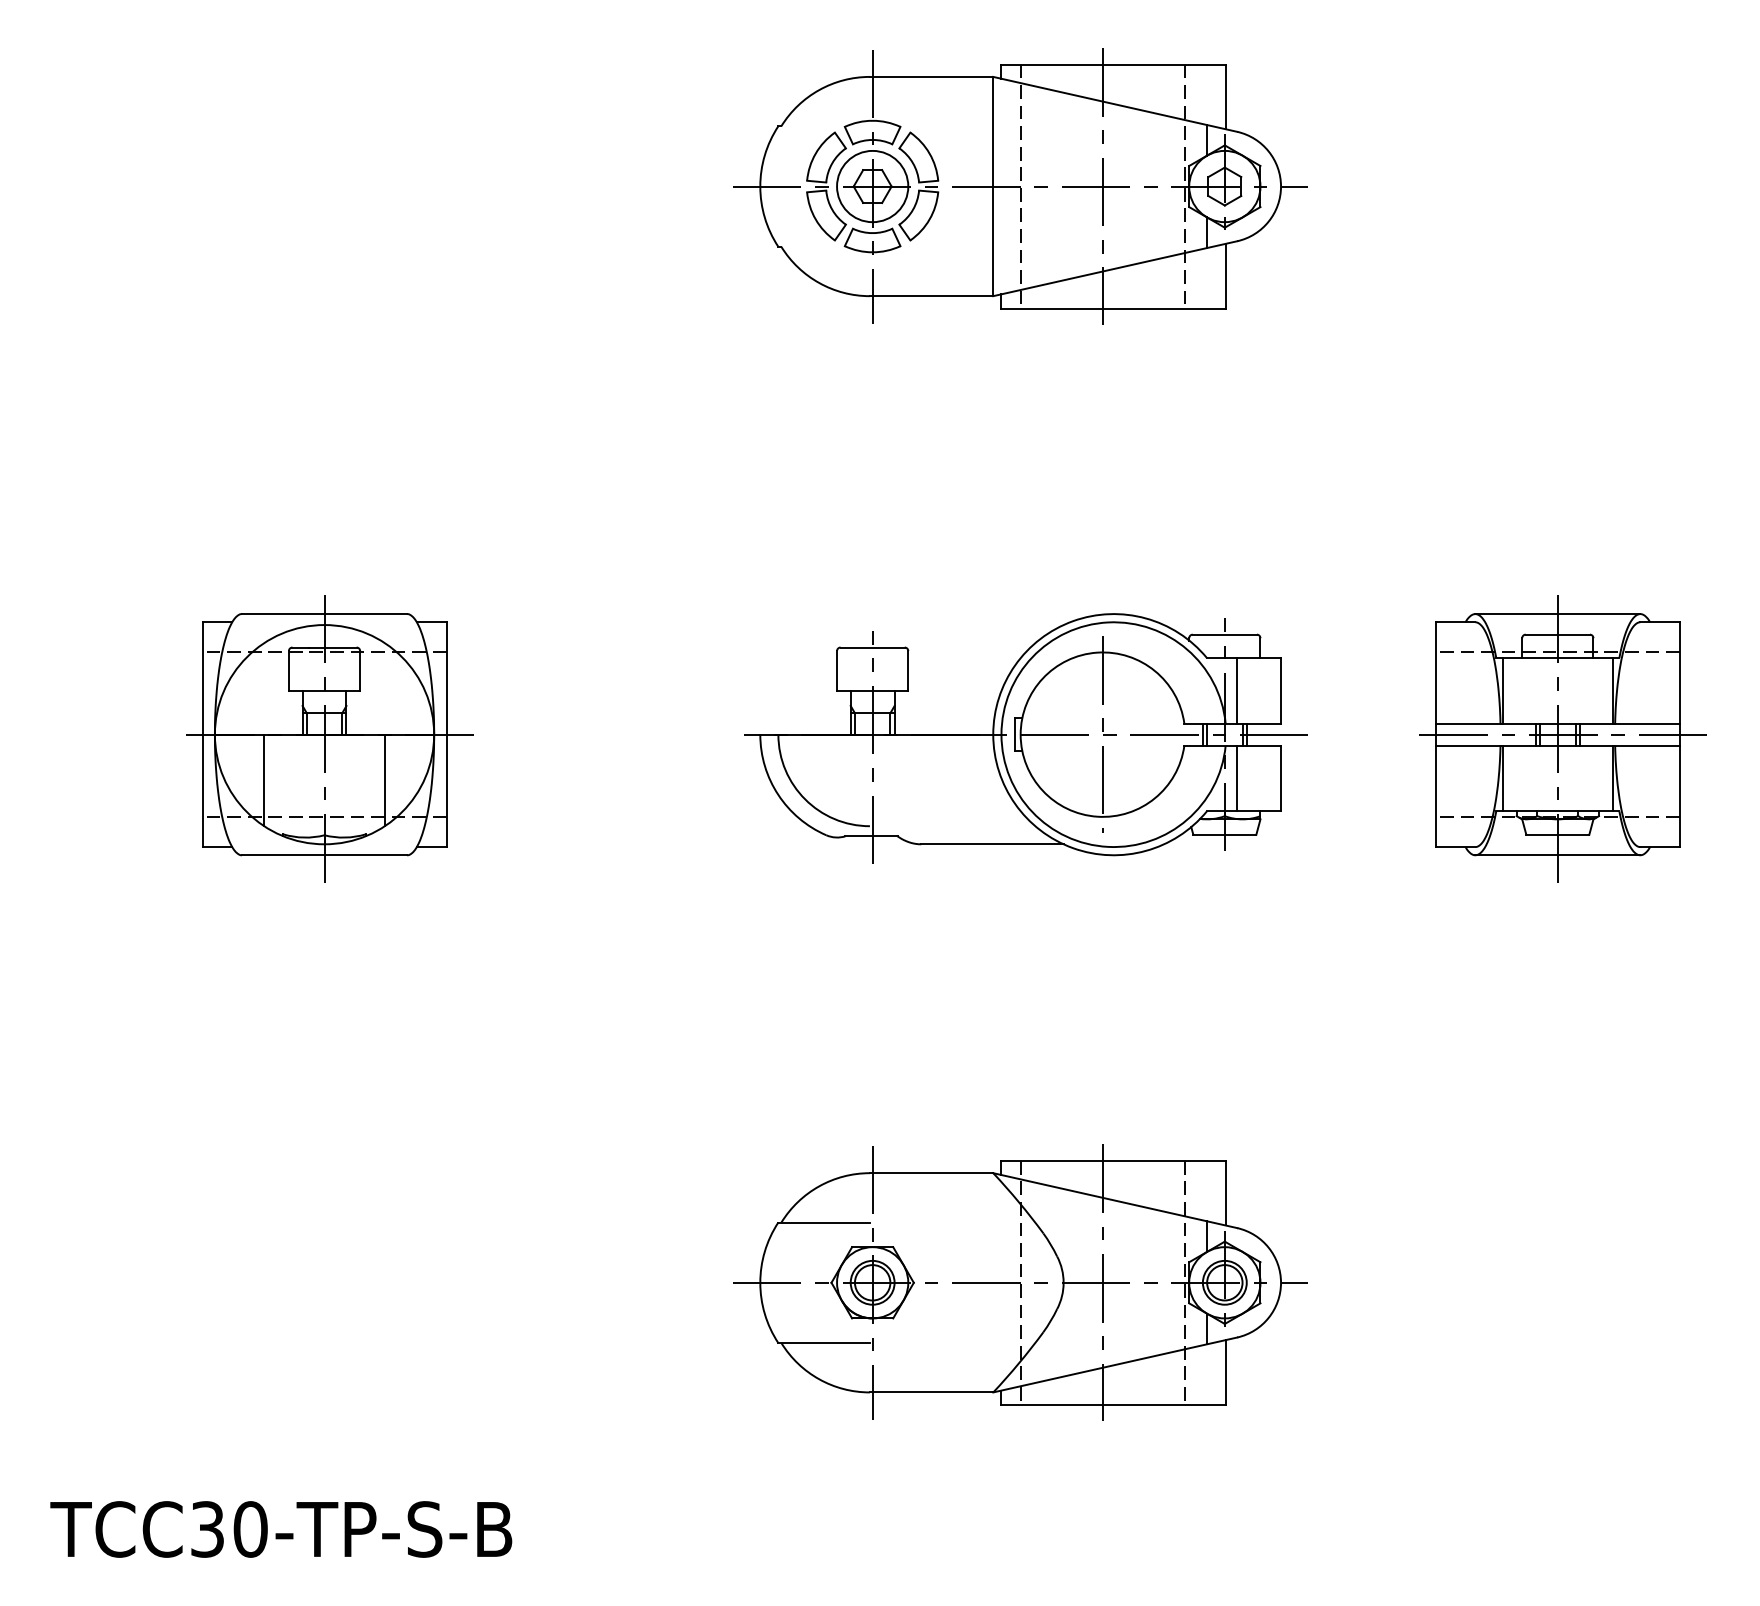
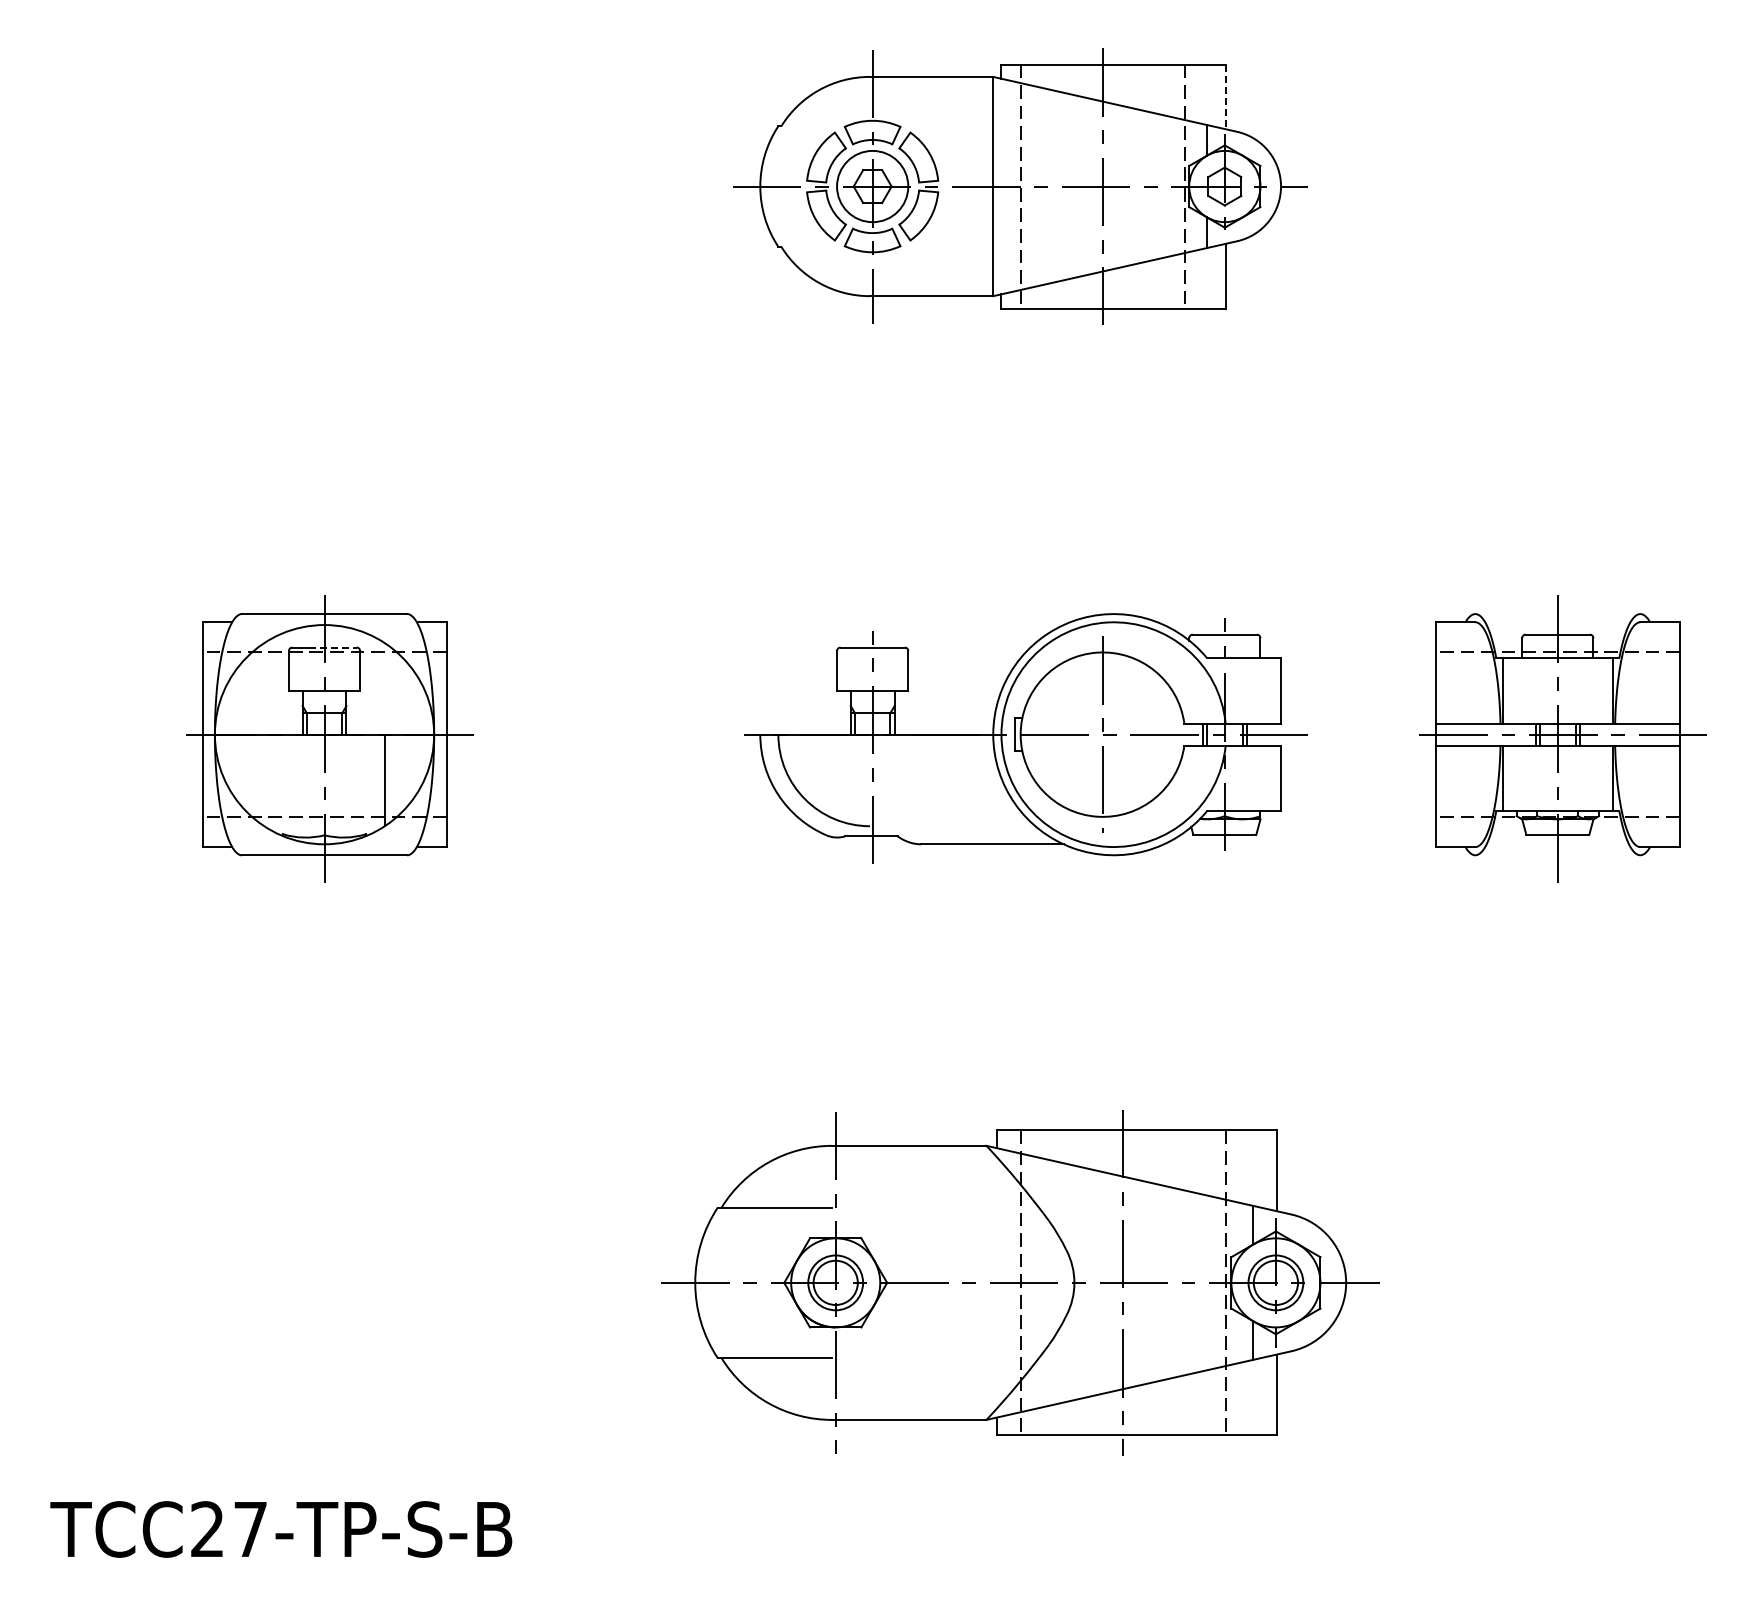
line at (1225, 97): solid -> dashed
line at (1557, 614): present -> none
line at (333, 647): solid -> dashed
line at (1237, 690): present -> none
line at (1237, 778): present -> none
line at (264, 780): present -> none
line at (1557, 855): present -> none
part at (1020, 1282) size: 575x277 px -> 719x346 px
text at (229, 1529): TCC30-TP-S-B -> TCC27-TP-S-B
